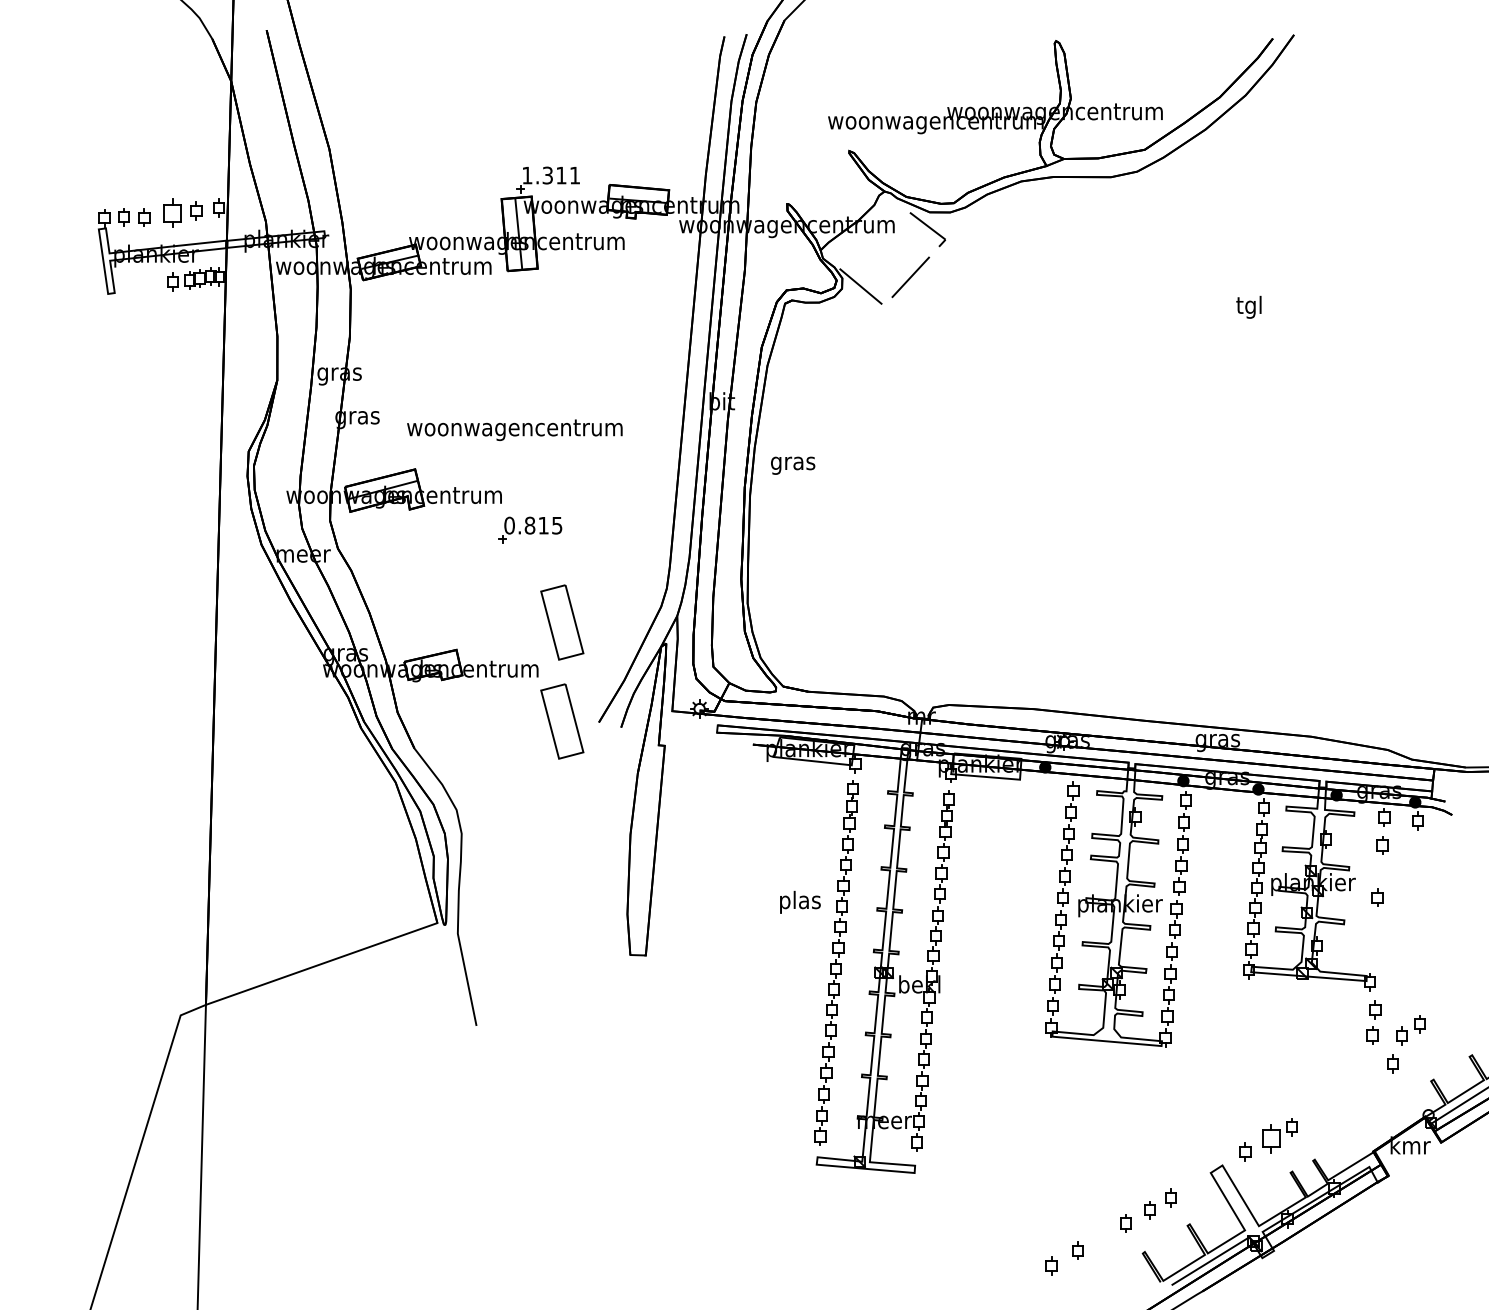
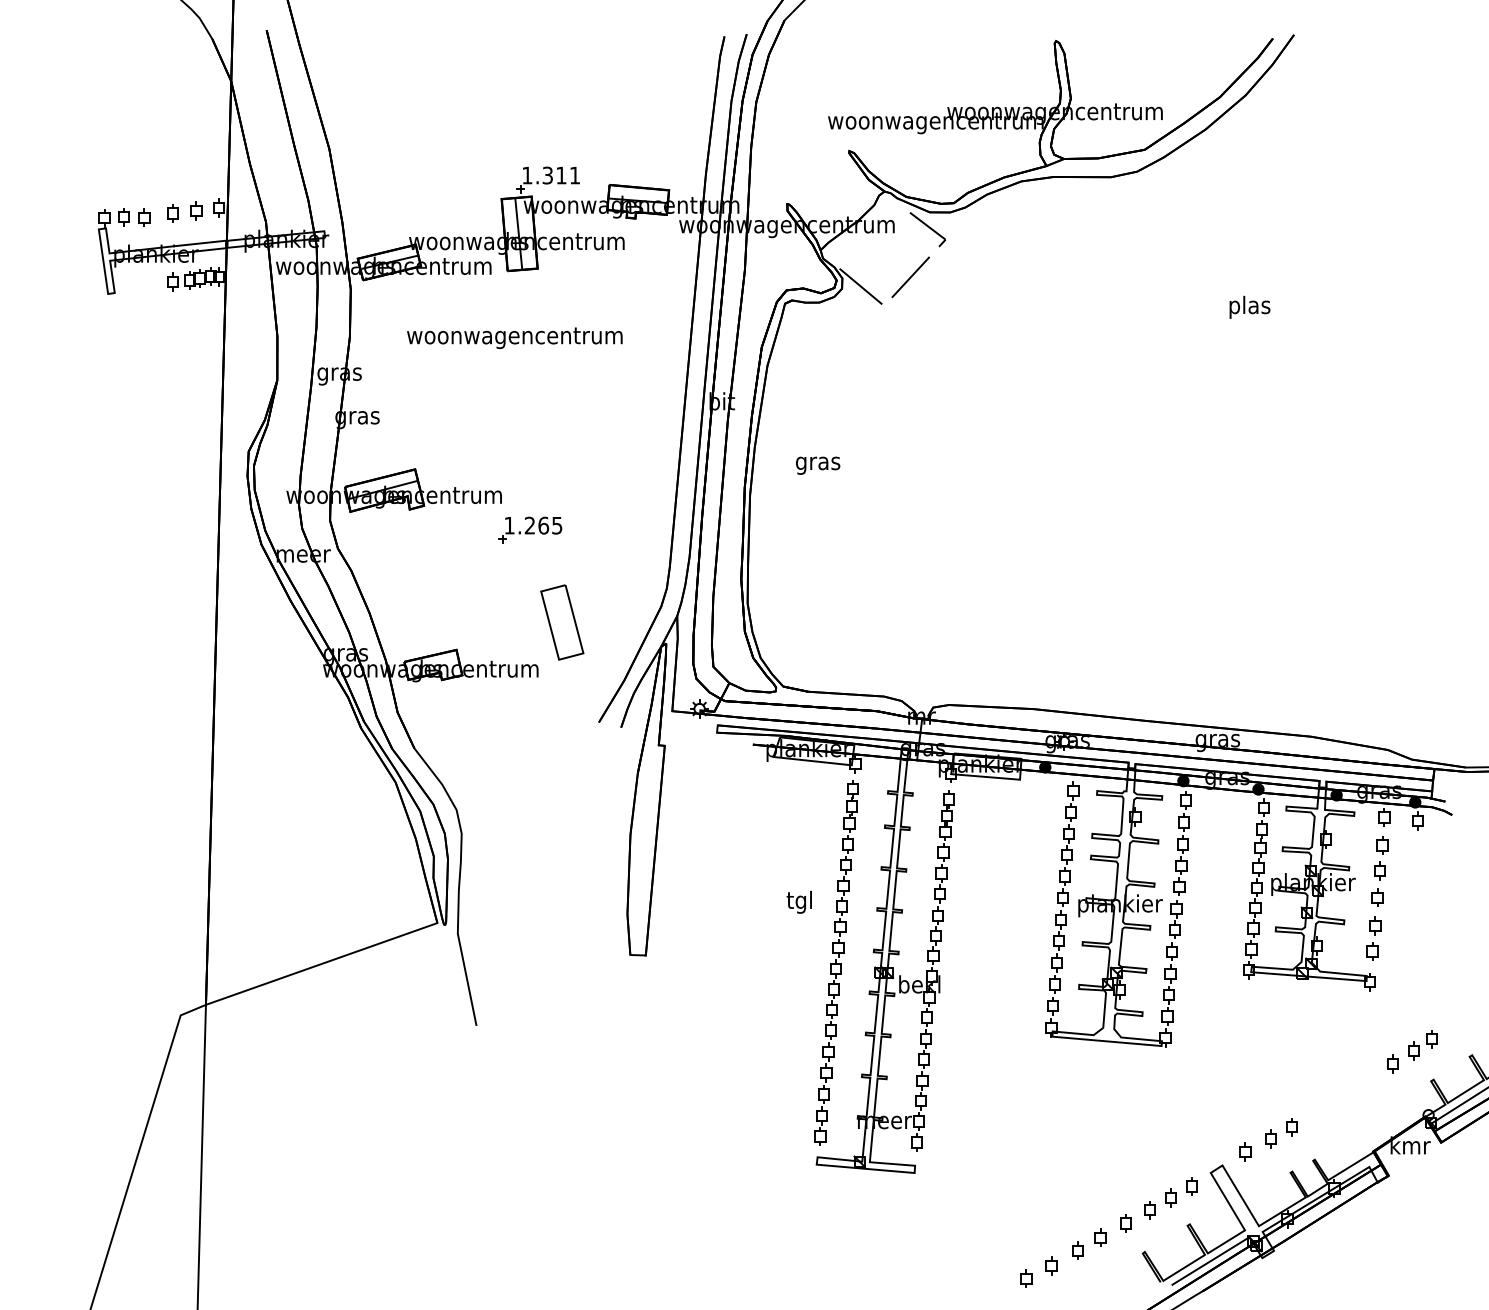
part at (172, 212) size: 19x30 px -> 12x19 px
text at (1249, 306): tgl -> plas
text at (514, 429) position: (514, 429) -> (514, 337)
text at (793, 465) position: (793, 465) -> (818, 465)
text at (526, 525): 0.815 -> 1.265
part at (562, 721): present -> none
part at (1379, 870): none -> present
text at (800, 901): plas -> tgl
part at (1373, 1022) position: (1373, 1022) -> (1373, 938)
part at (1410, 1030) position: (1410, 1030) -> (1422, 1045)
part at (1271, 1138) size: 19x30 px -> 12x20 px
part at (1191, 1186): none -> present
part at (1100, 1237): none -> present
part at (1026, 1278): none -> present
